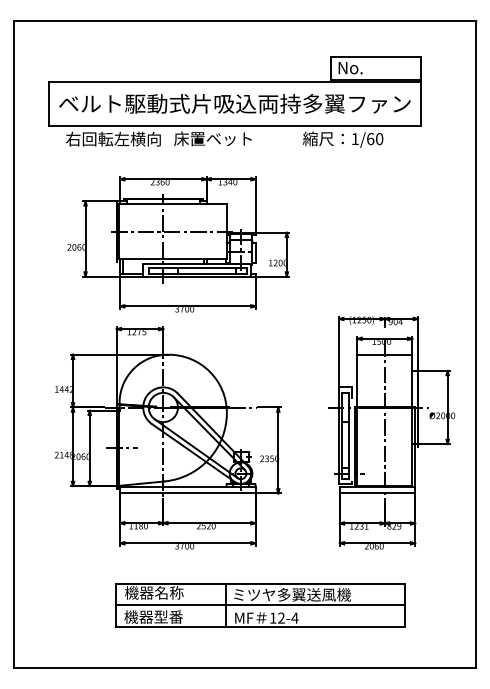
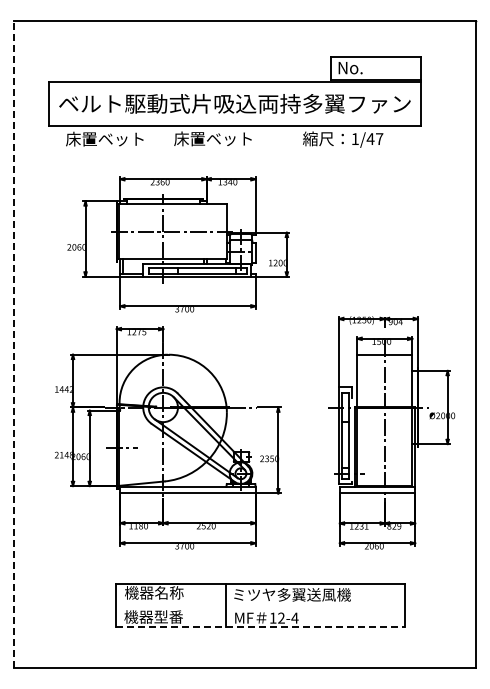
text at (113, 138): 右回転左横向 -> 床置ベット
text at (374, 139): 1/60 -> 1/47
line at (14, 344): solid -> dashed
line at (259, 605): present -> none
line at (260, 627): solid -> dashed
